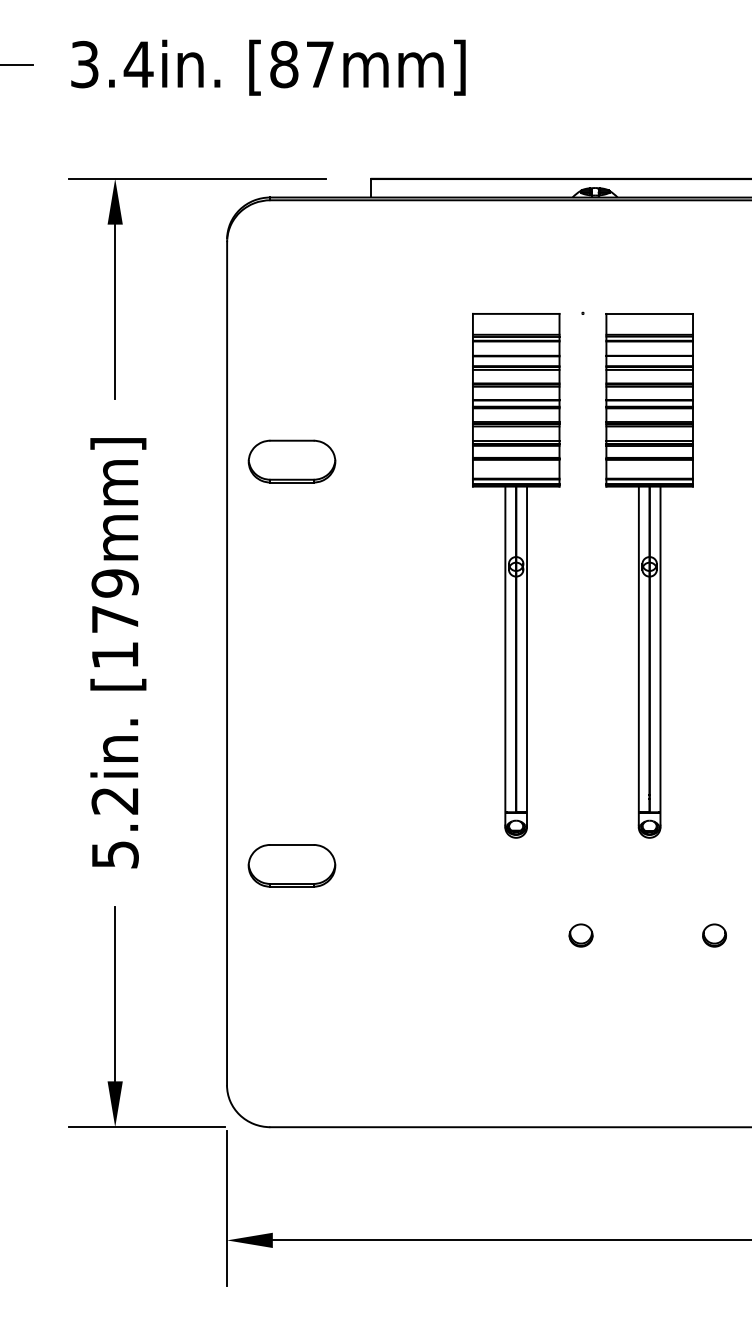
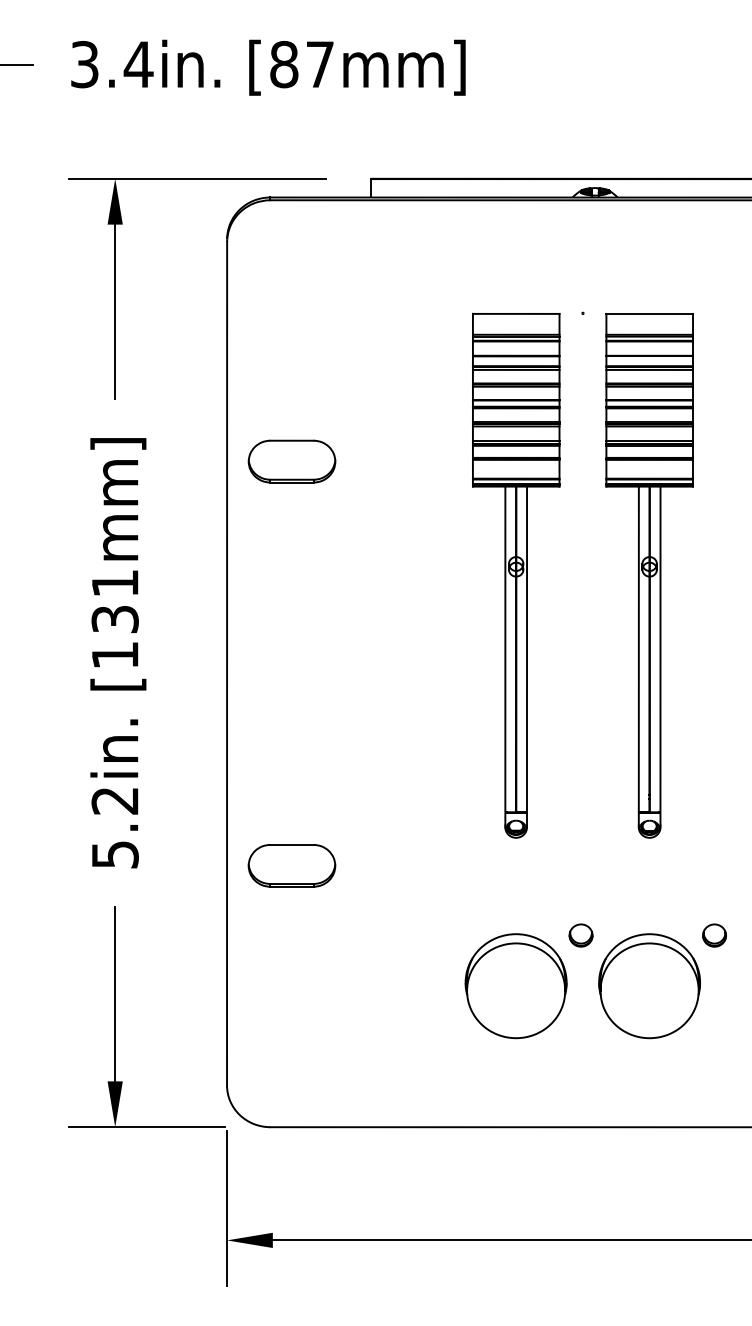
text at (114, 600): [179mm] -> [131mm]
part at (515, 986): none -> present
part at (649, 986): none -> present
